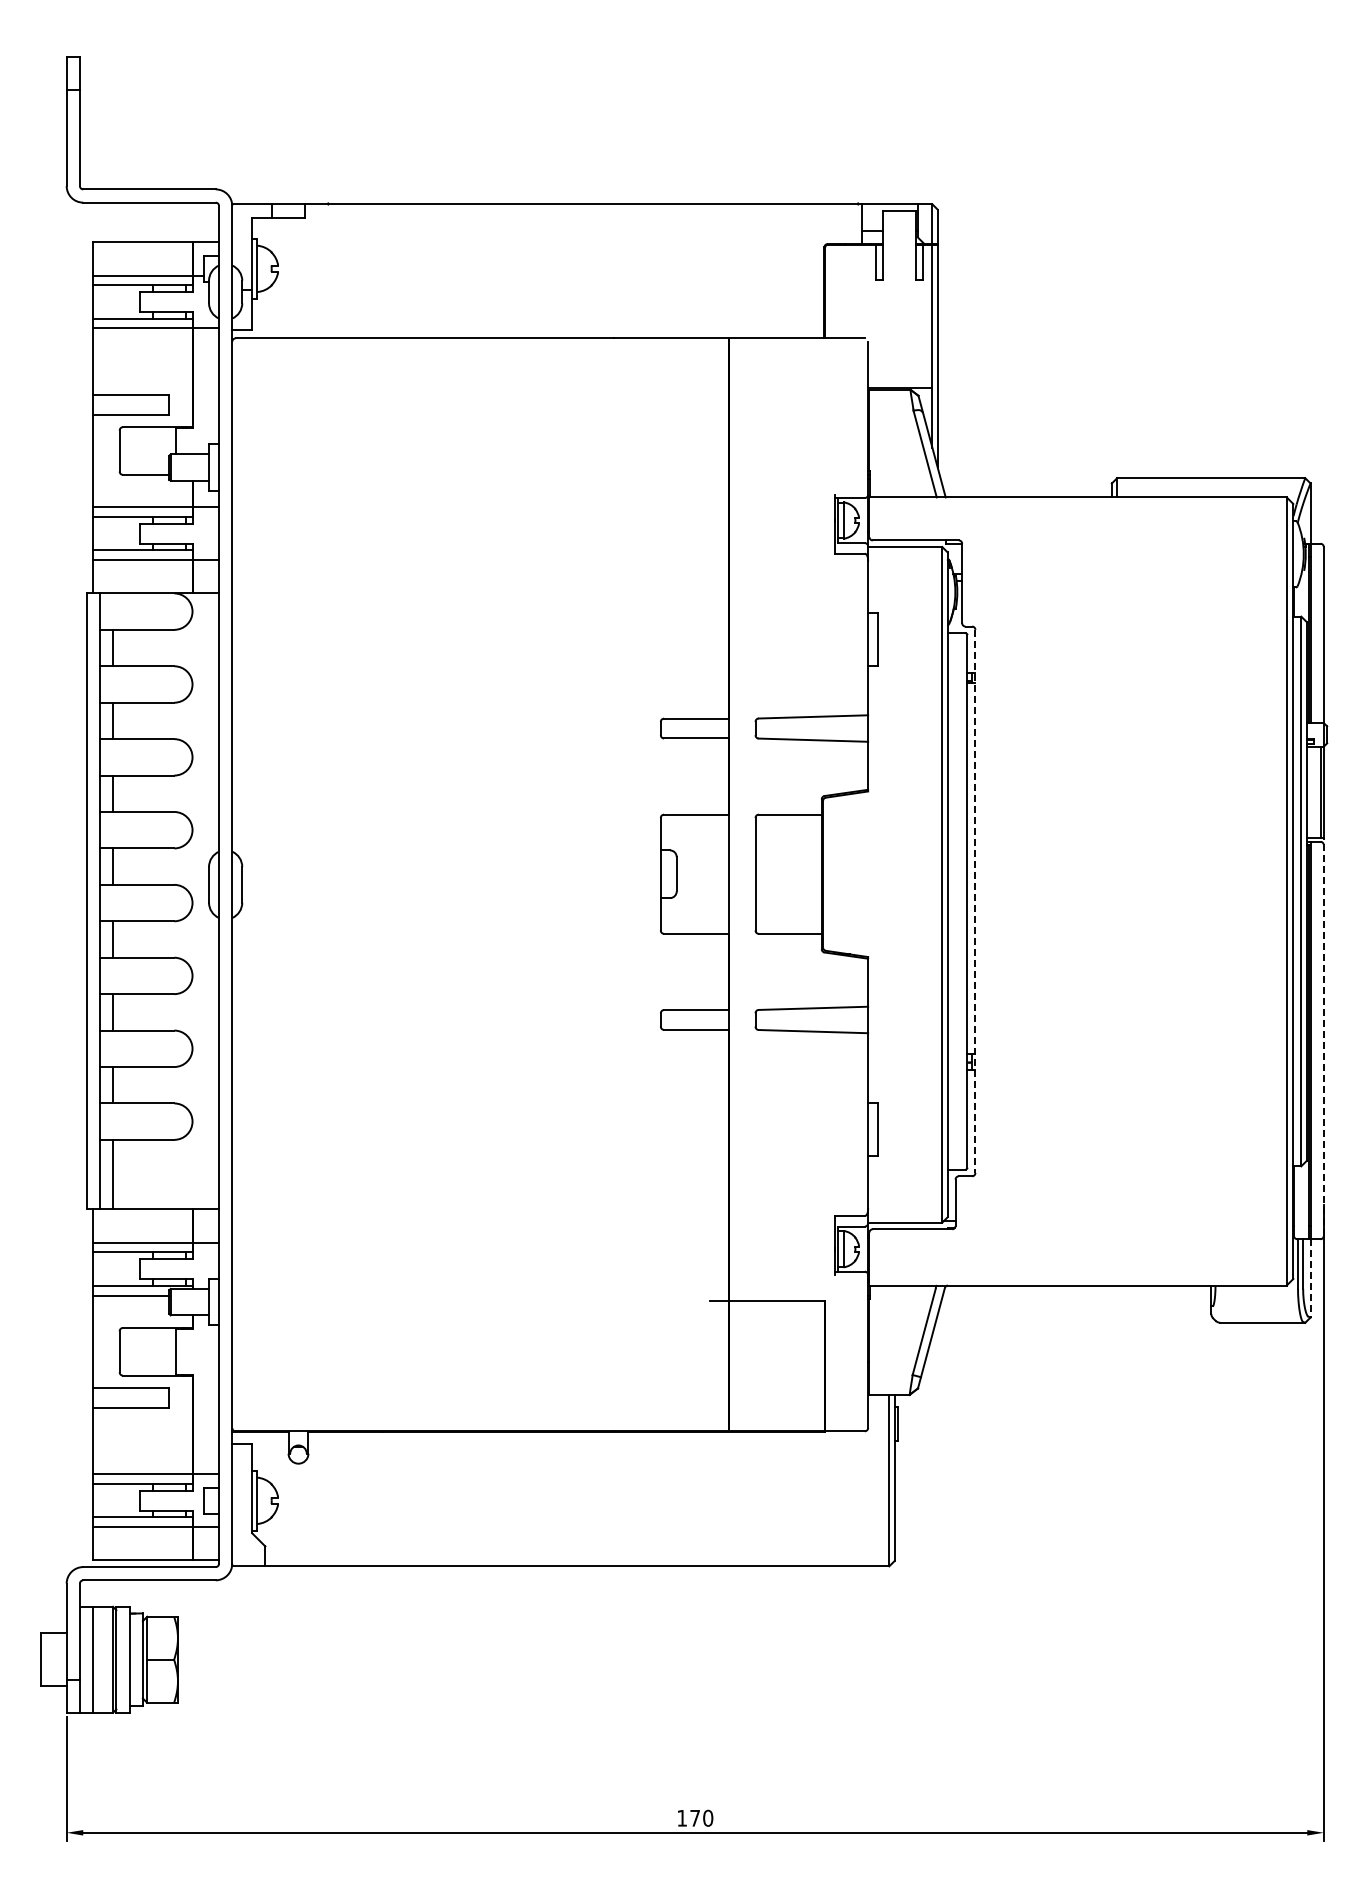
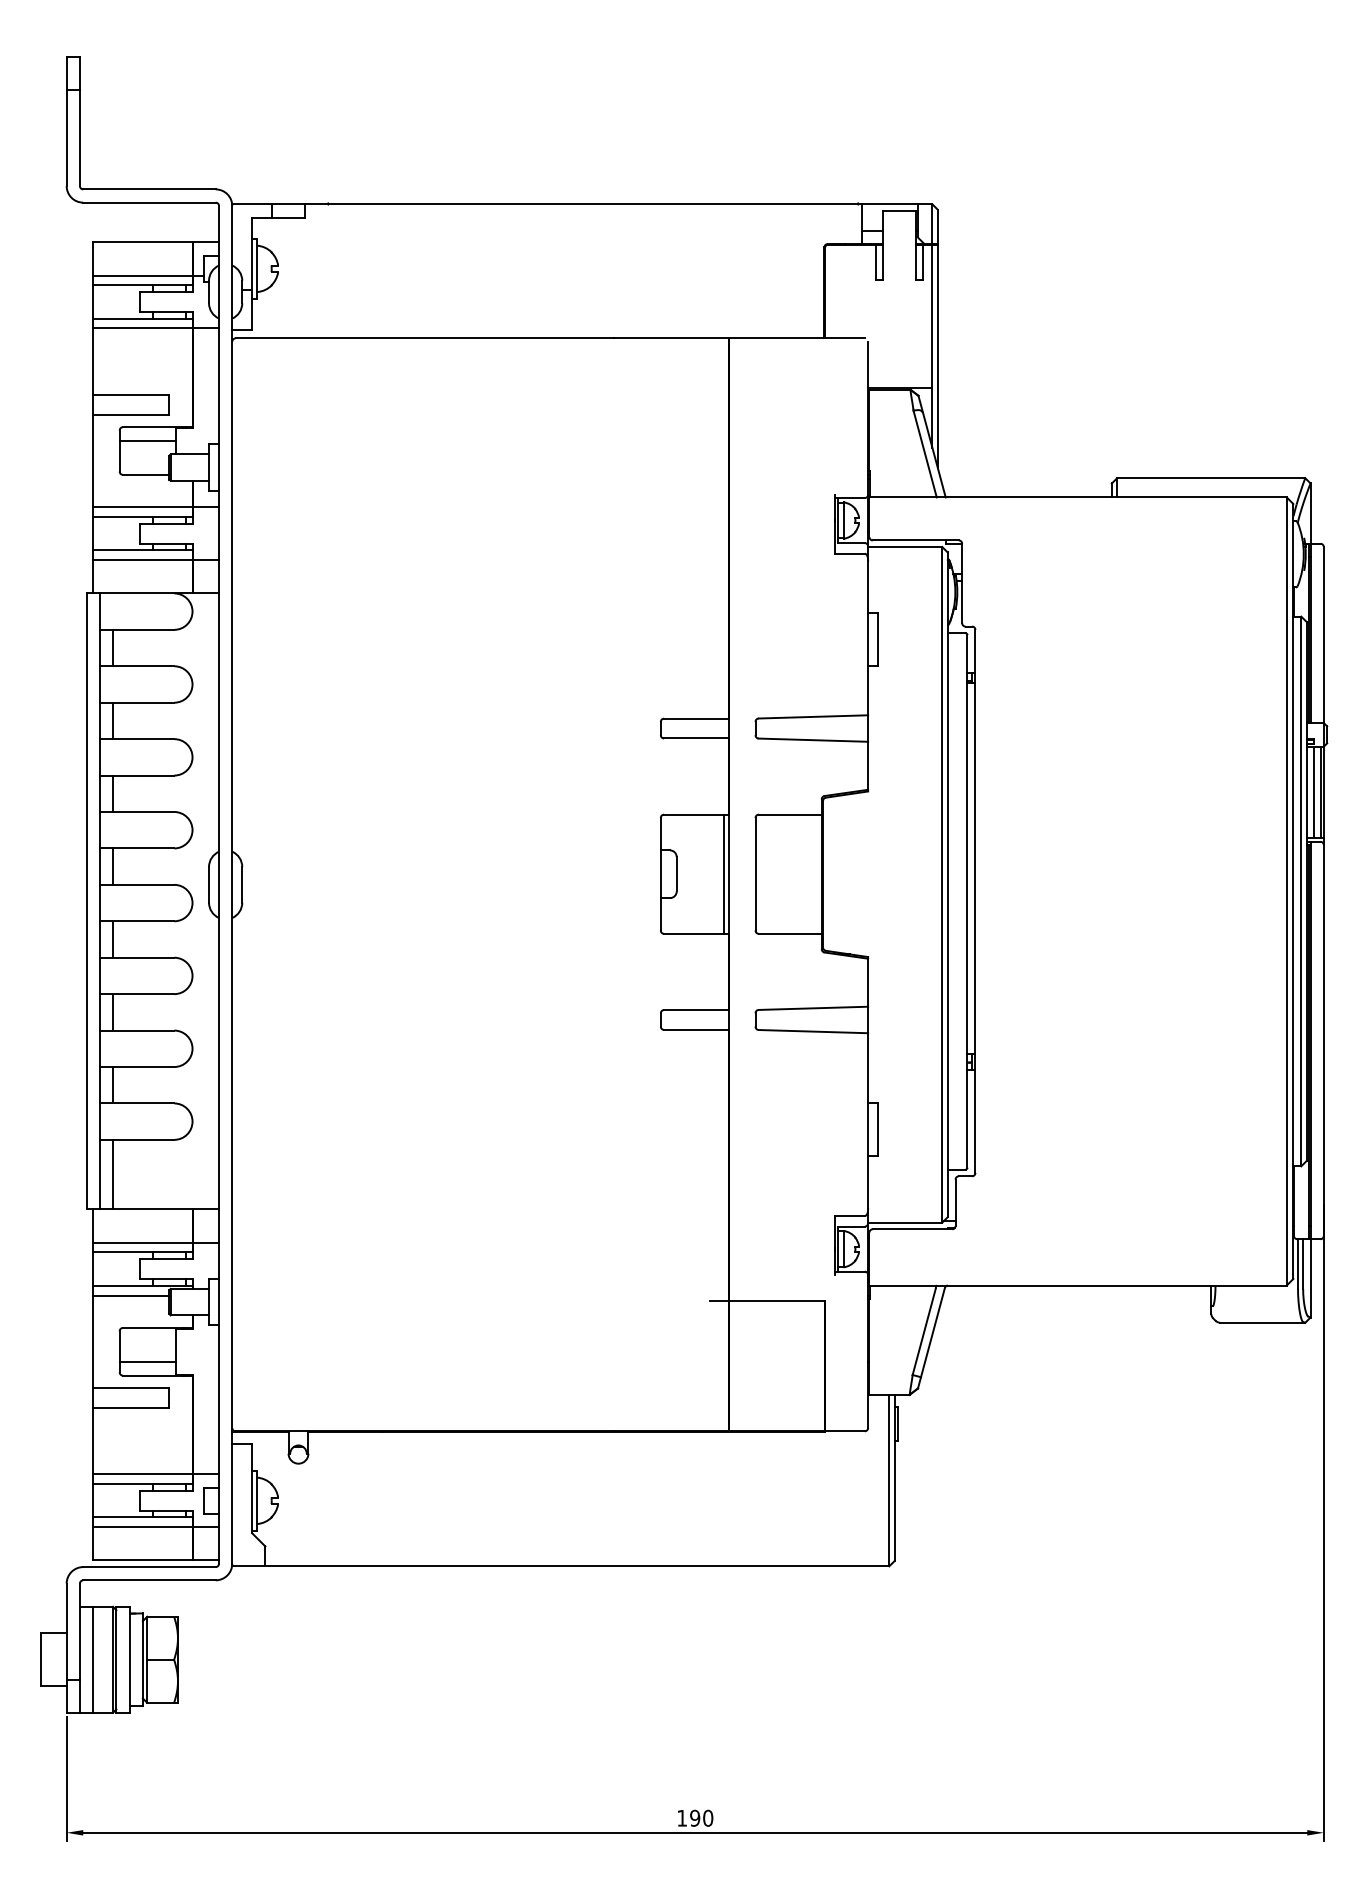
line at (147, 441): none -> present
line at (1313, 792): none -> present
line at (723, 873): none -> present
line at (975, 901): dashed -> solid
line at (1323, 1037): dashed -> solid
line at (1310, 1278): dashed -> solid
line at (147, 1361): none -> present
text at (695, 1817): 170 -> 190
